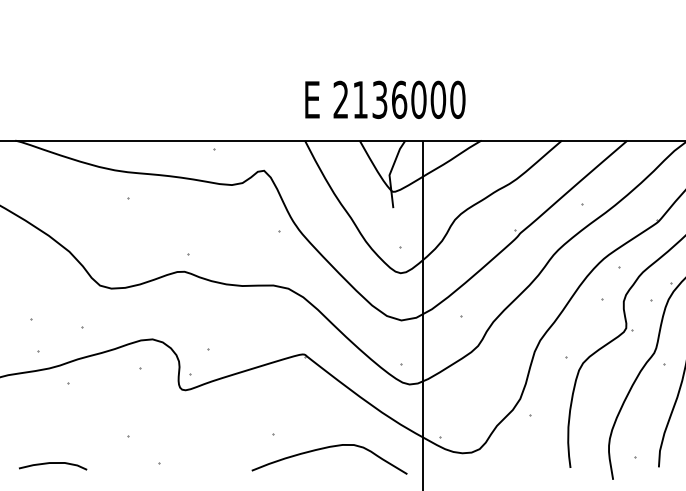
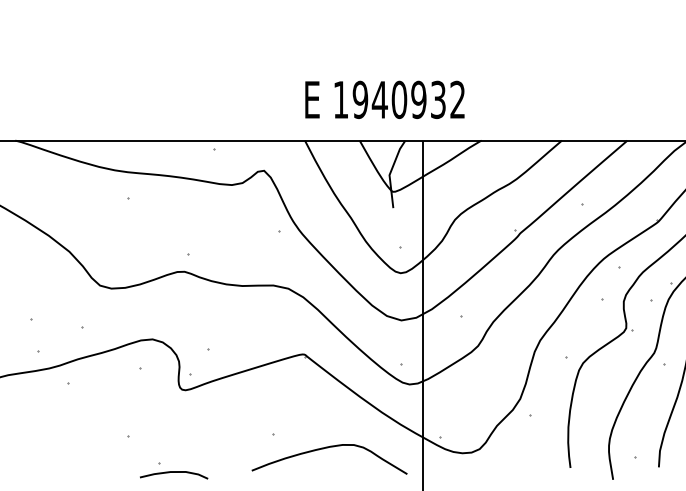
text at (399, 99): 2136000 -> 1940932
curve at (53, 463) position: (53, 463) -> (174, 472)
